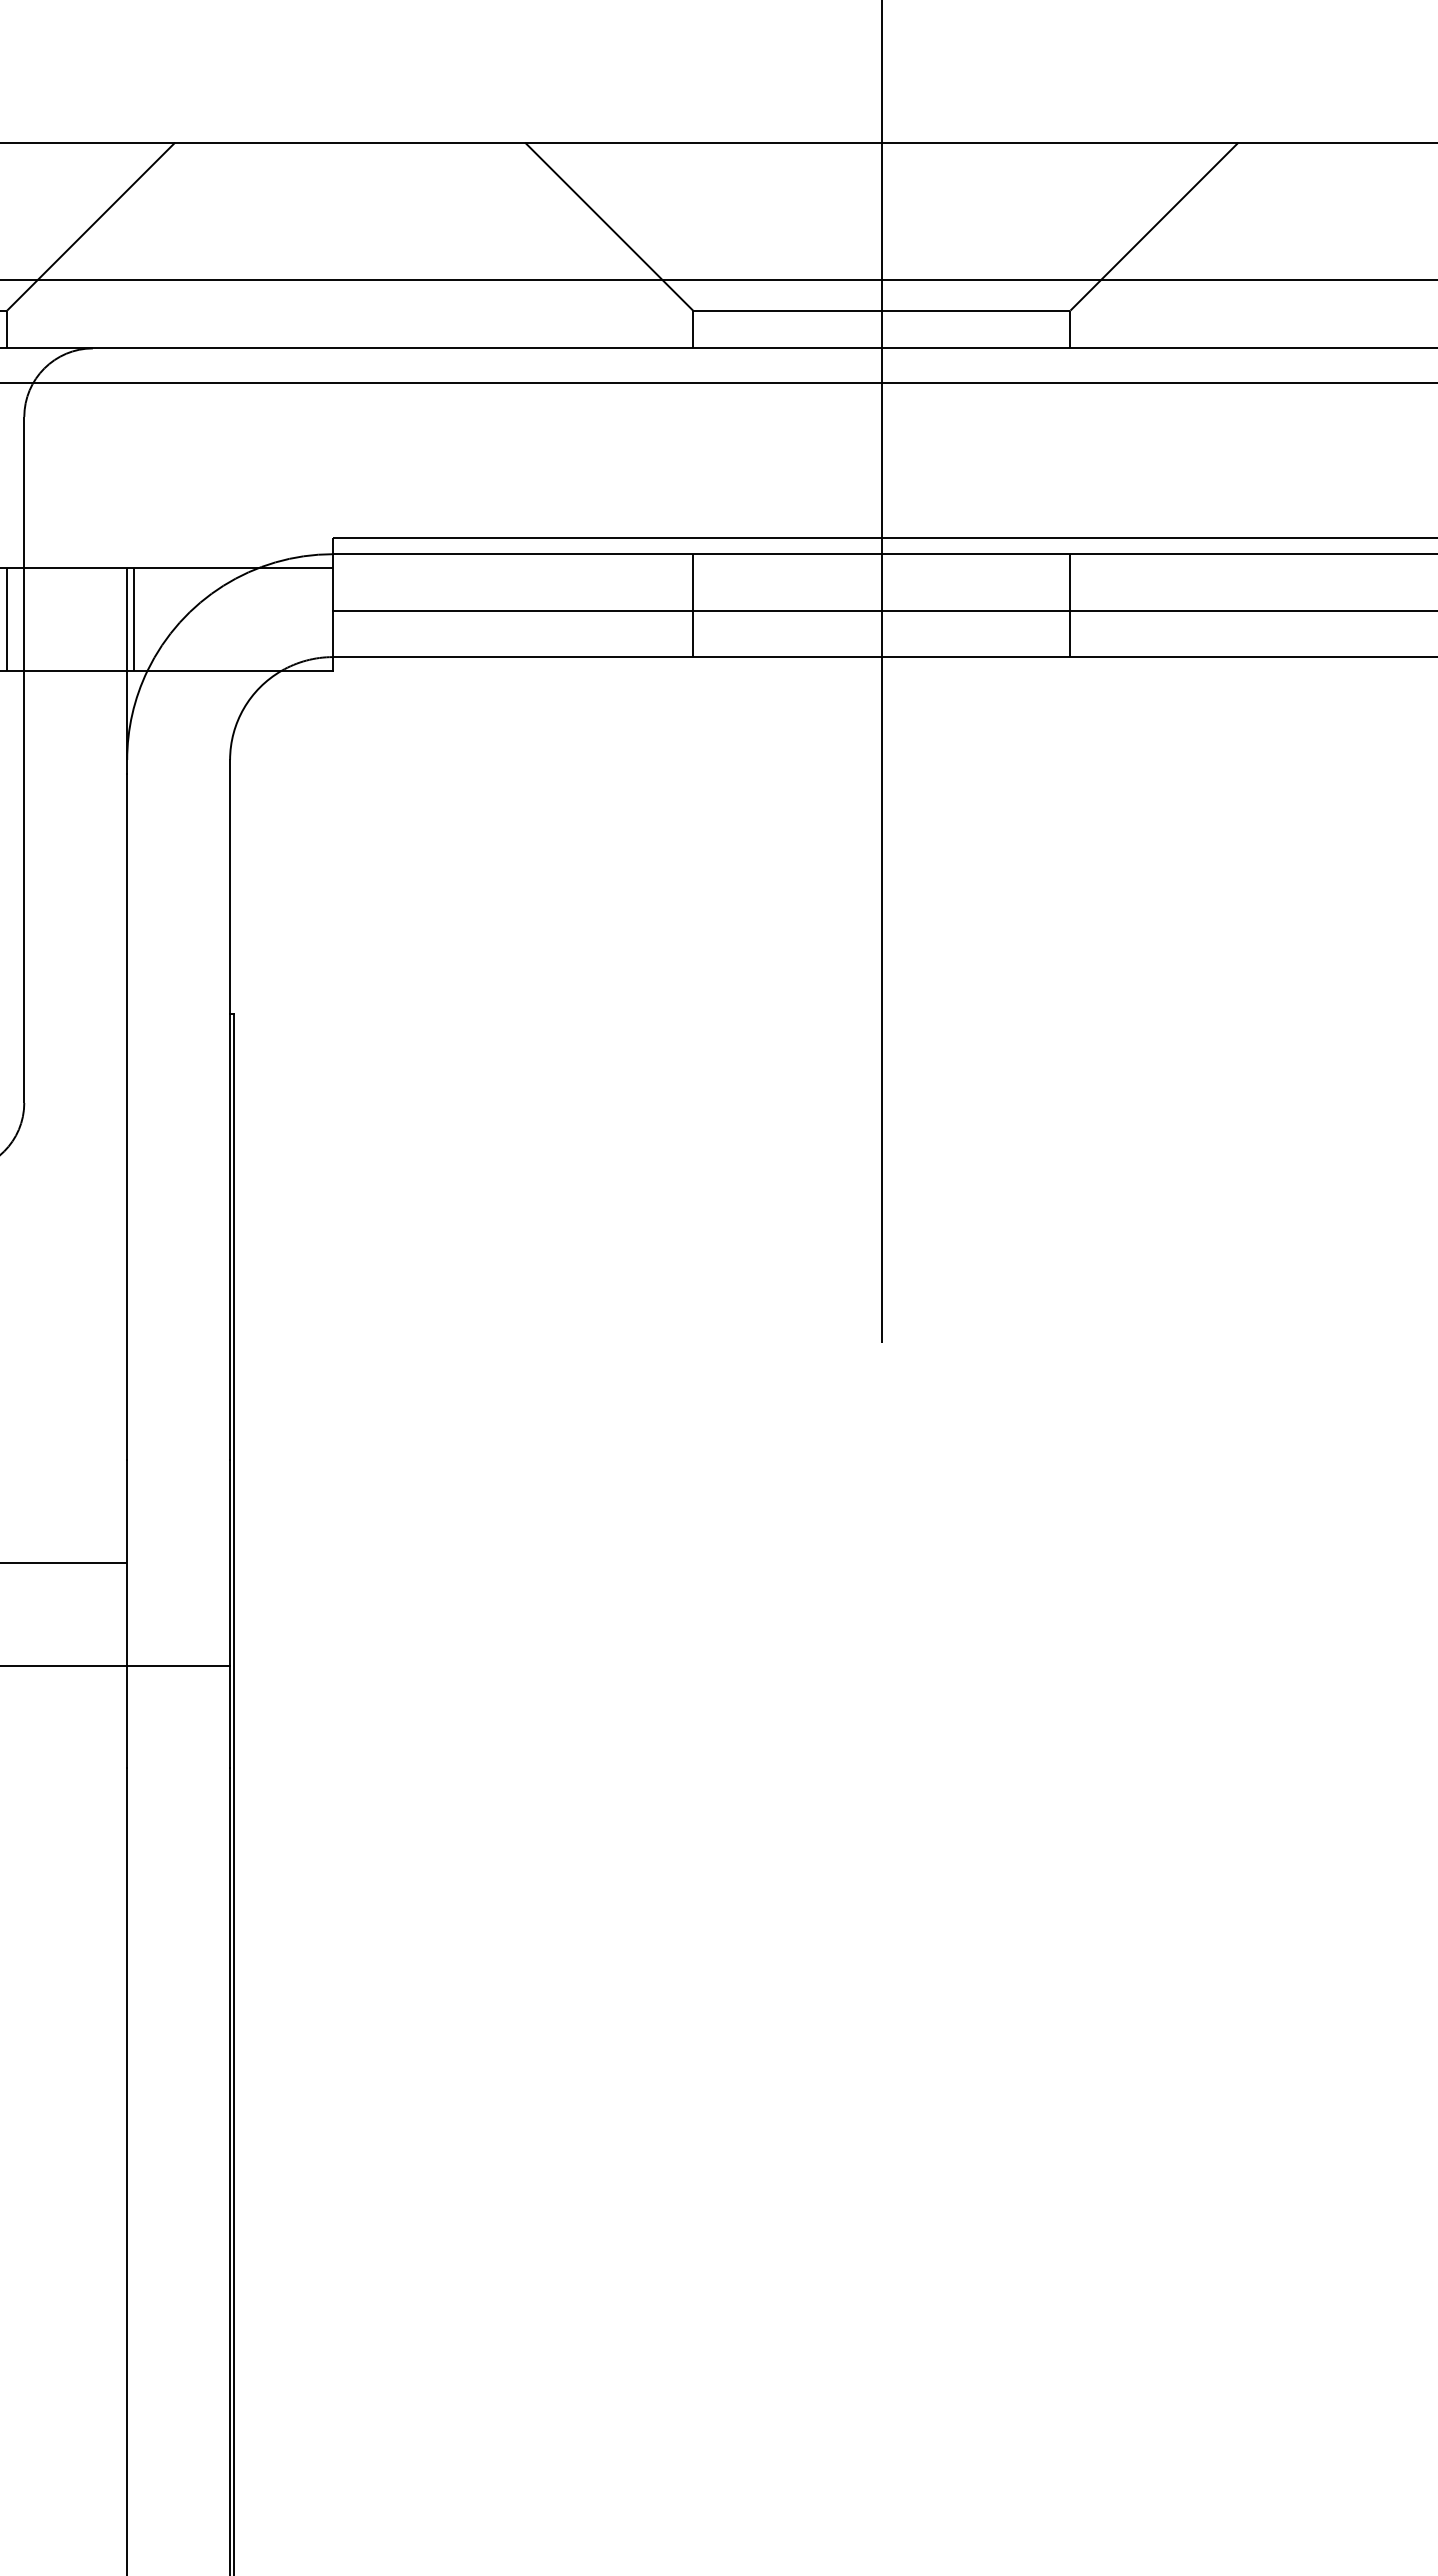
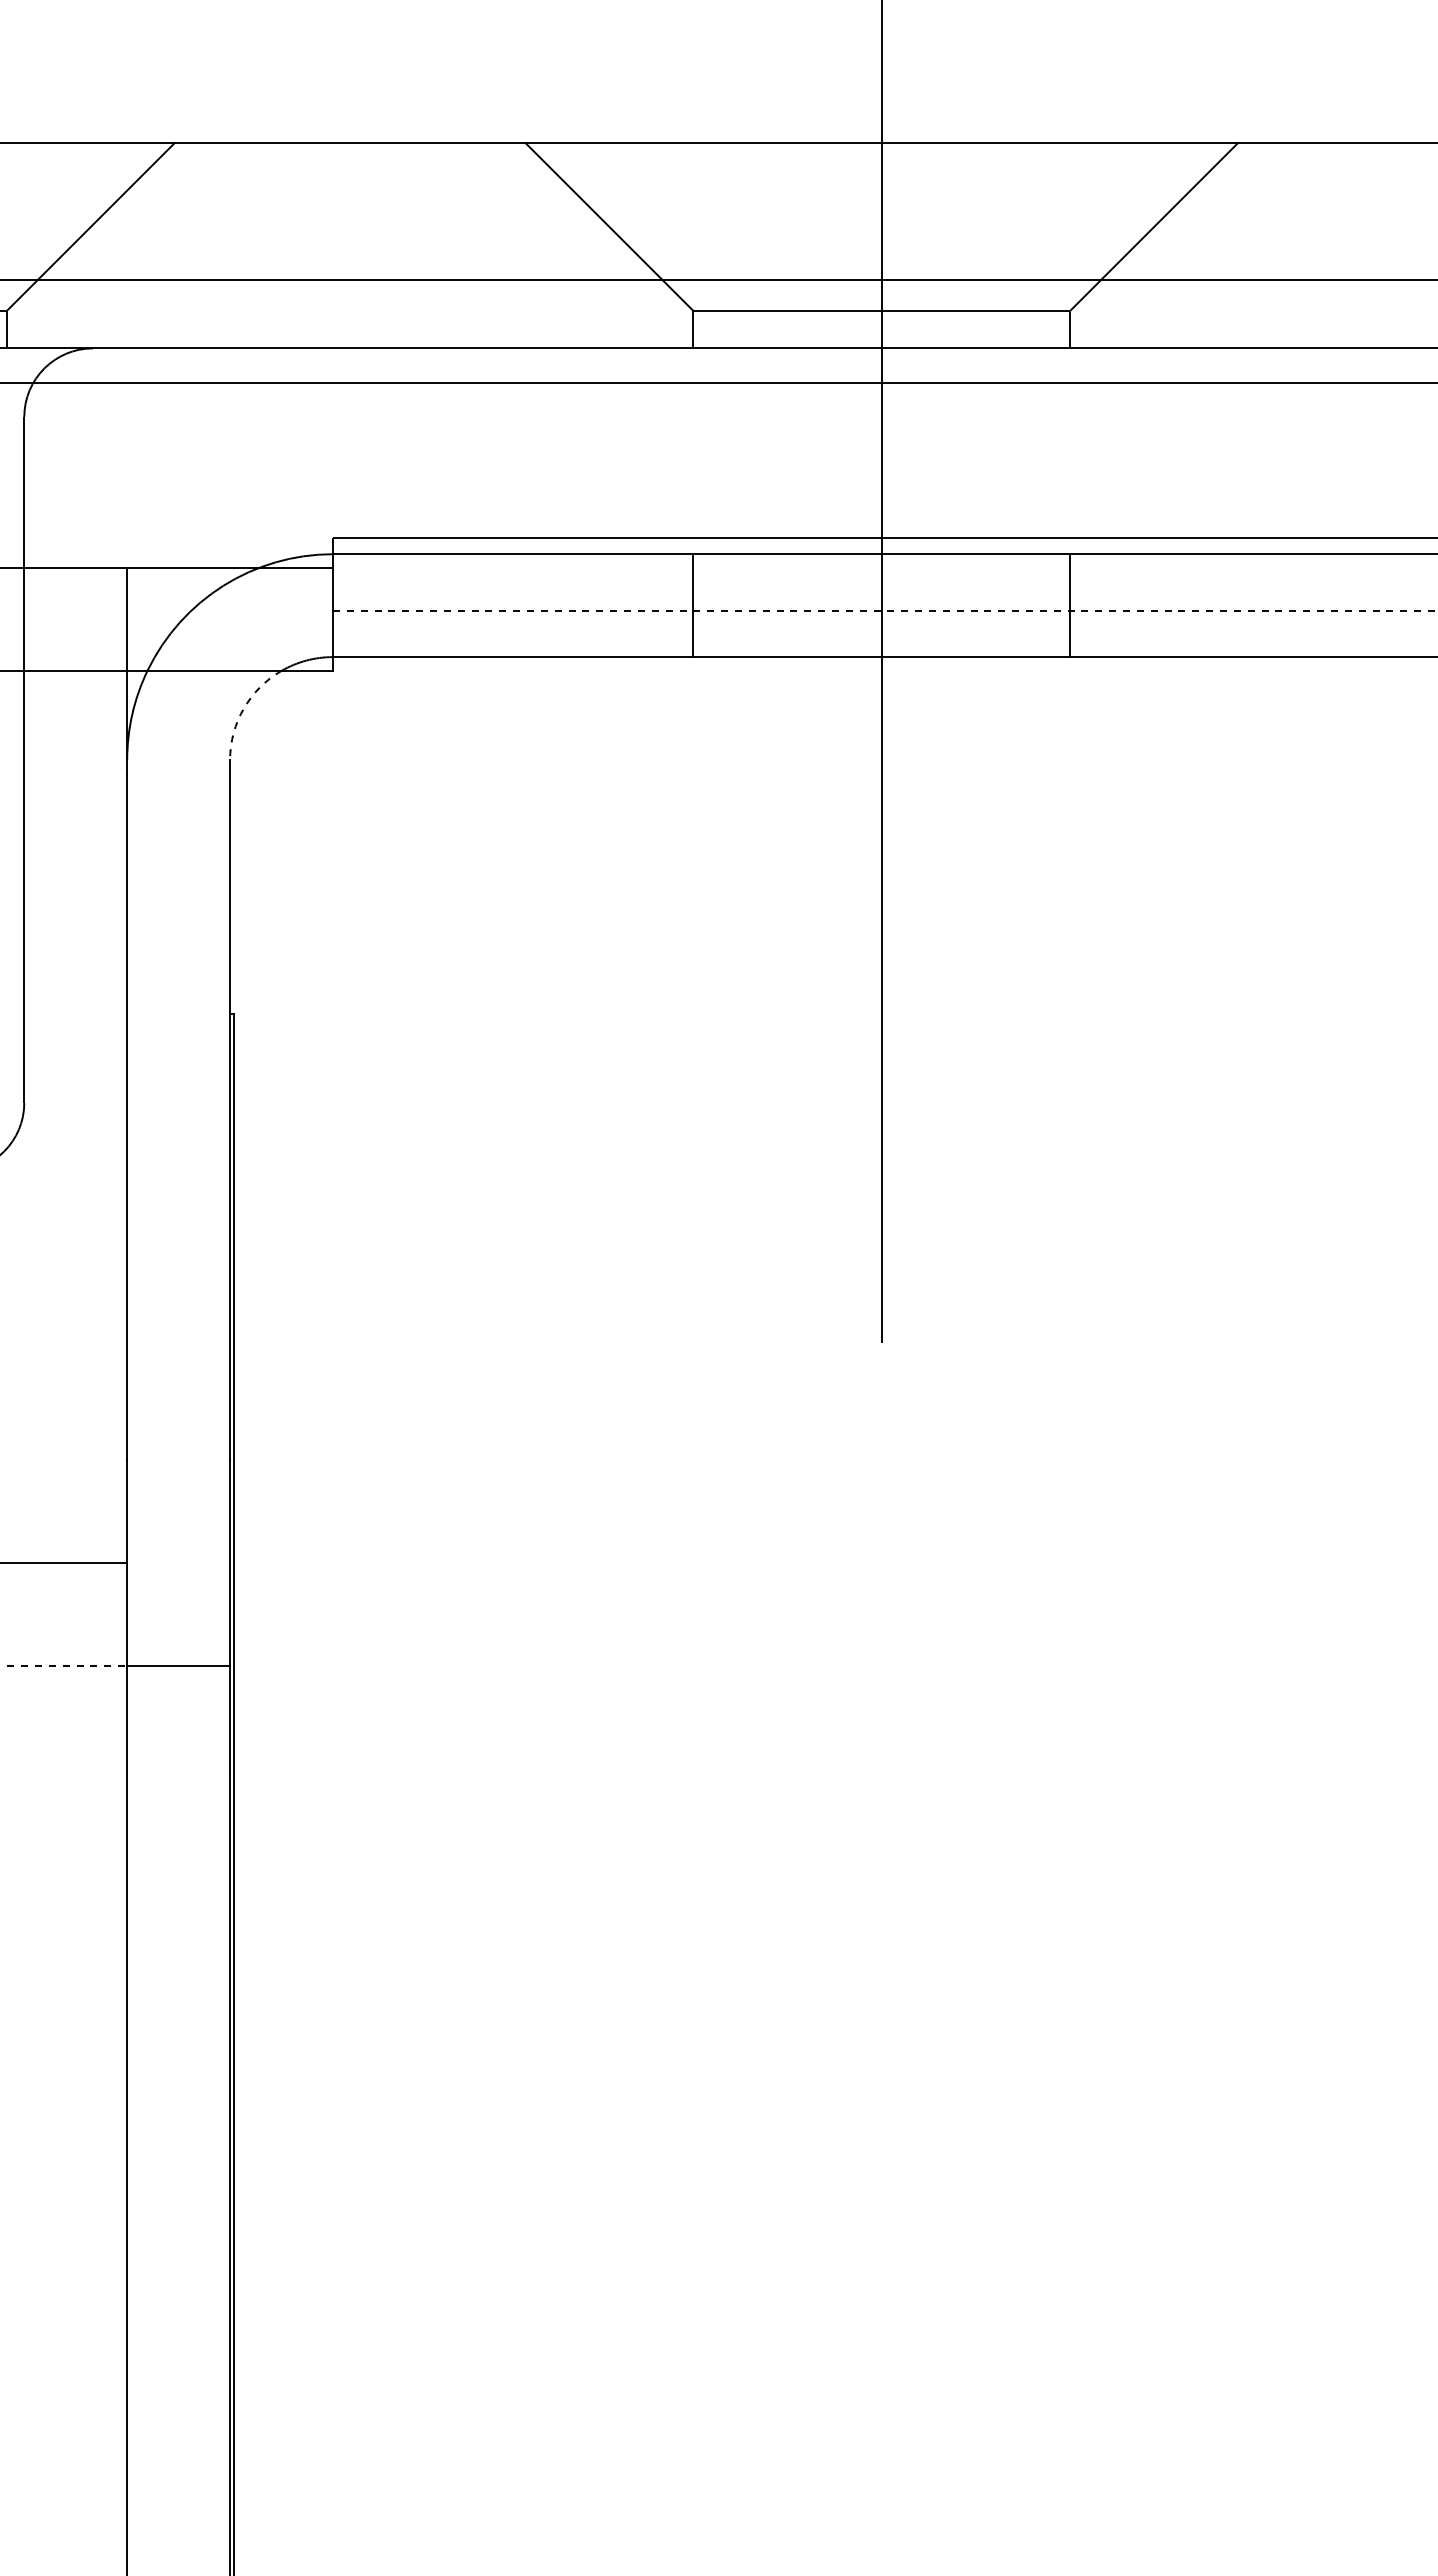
line at (885, 610): solid -> dashed
line at (7, 618): present -> none
line at (134, 618): present -> none
arc at (243, 708): solid -> dashed
line at (64, 1665): solid -> dashed
